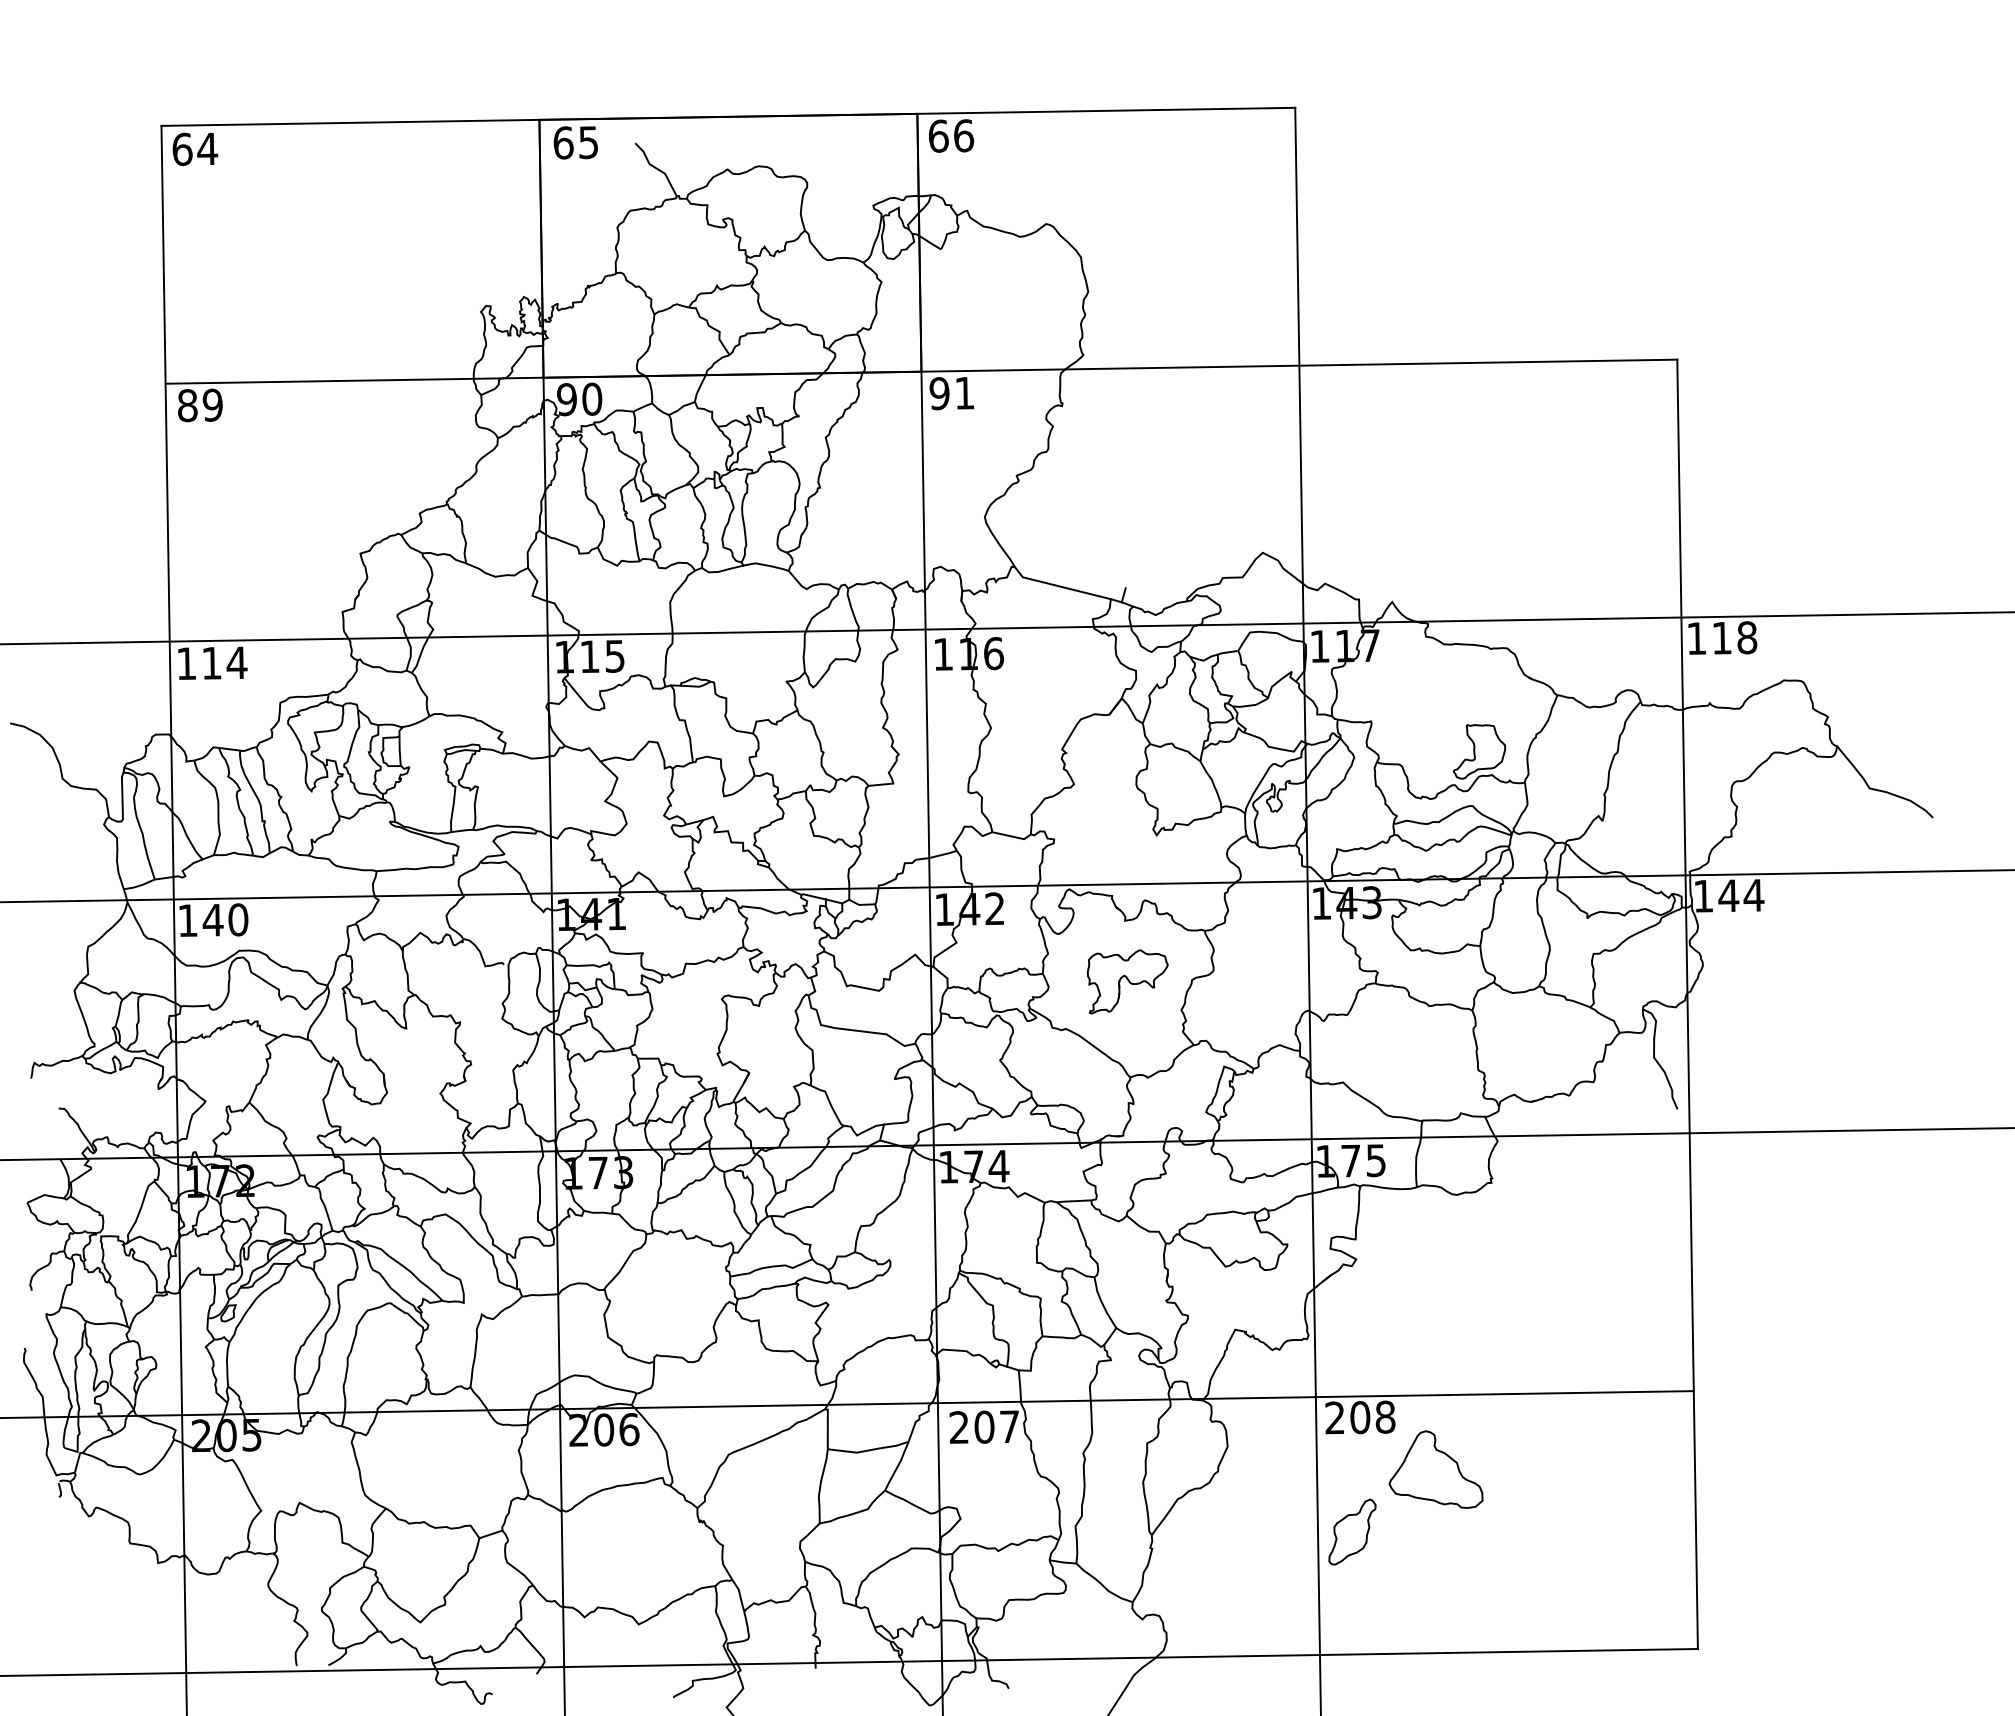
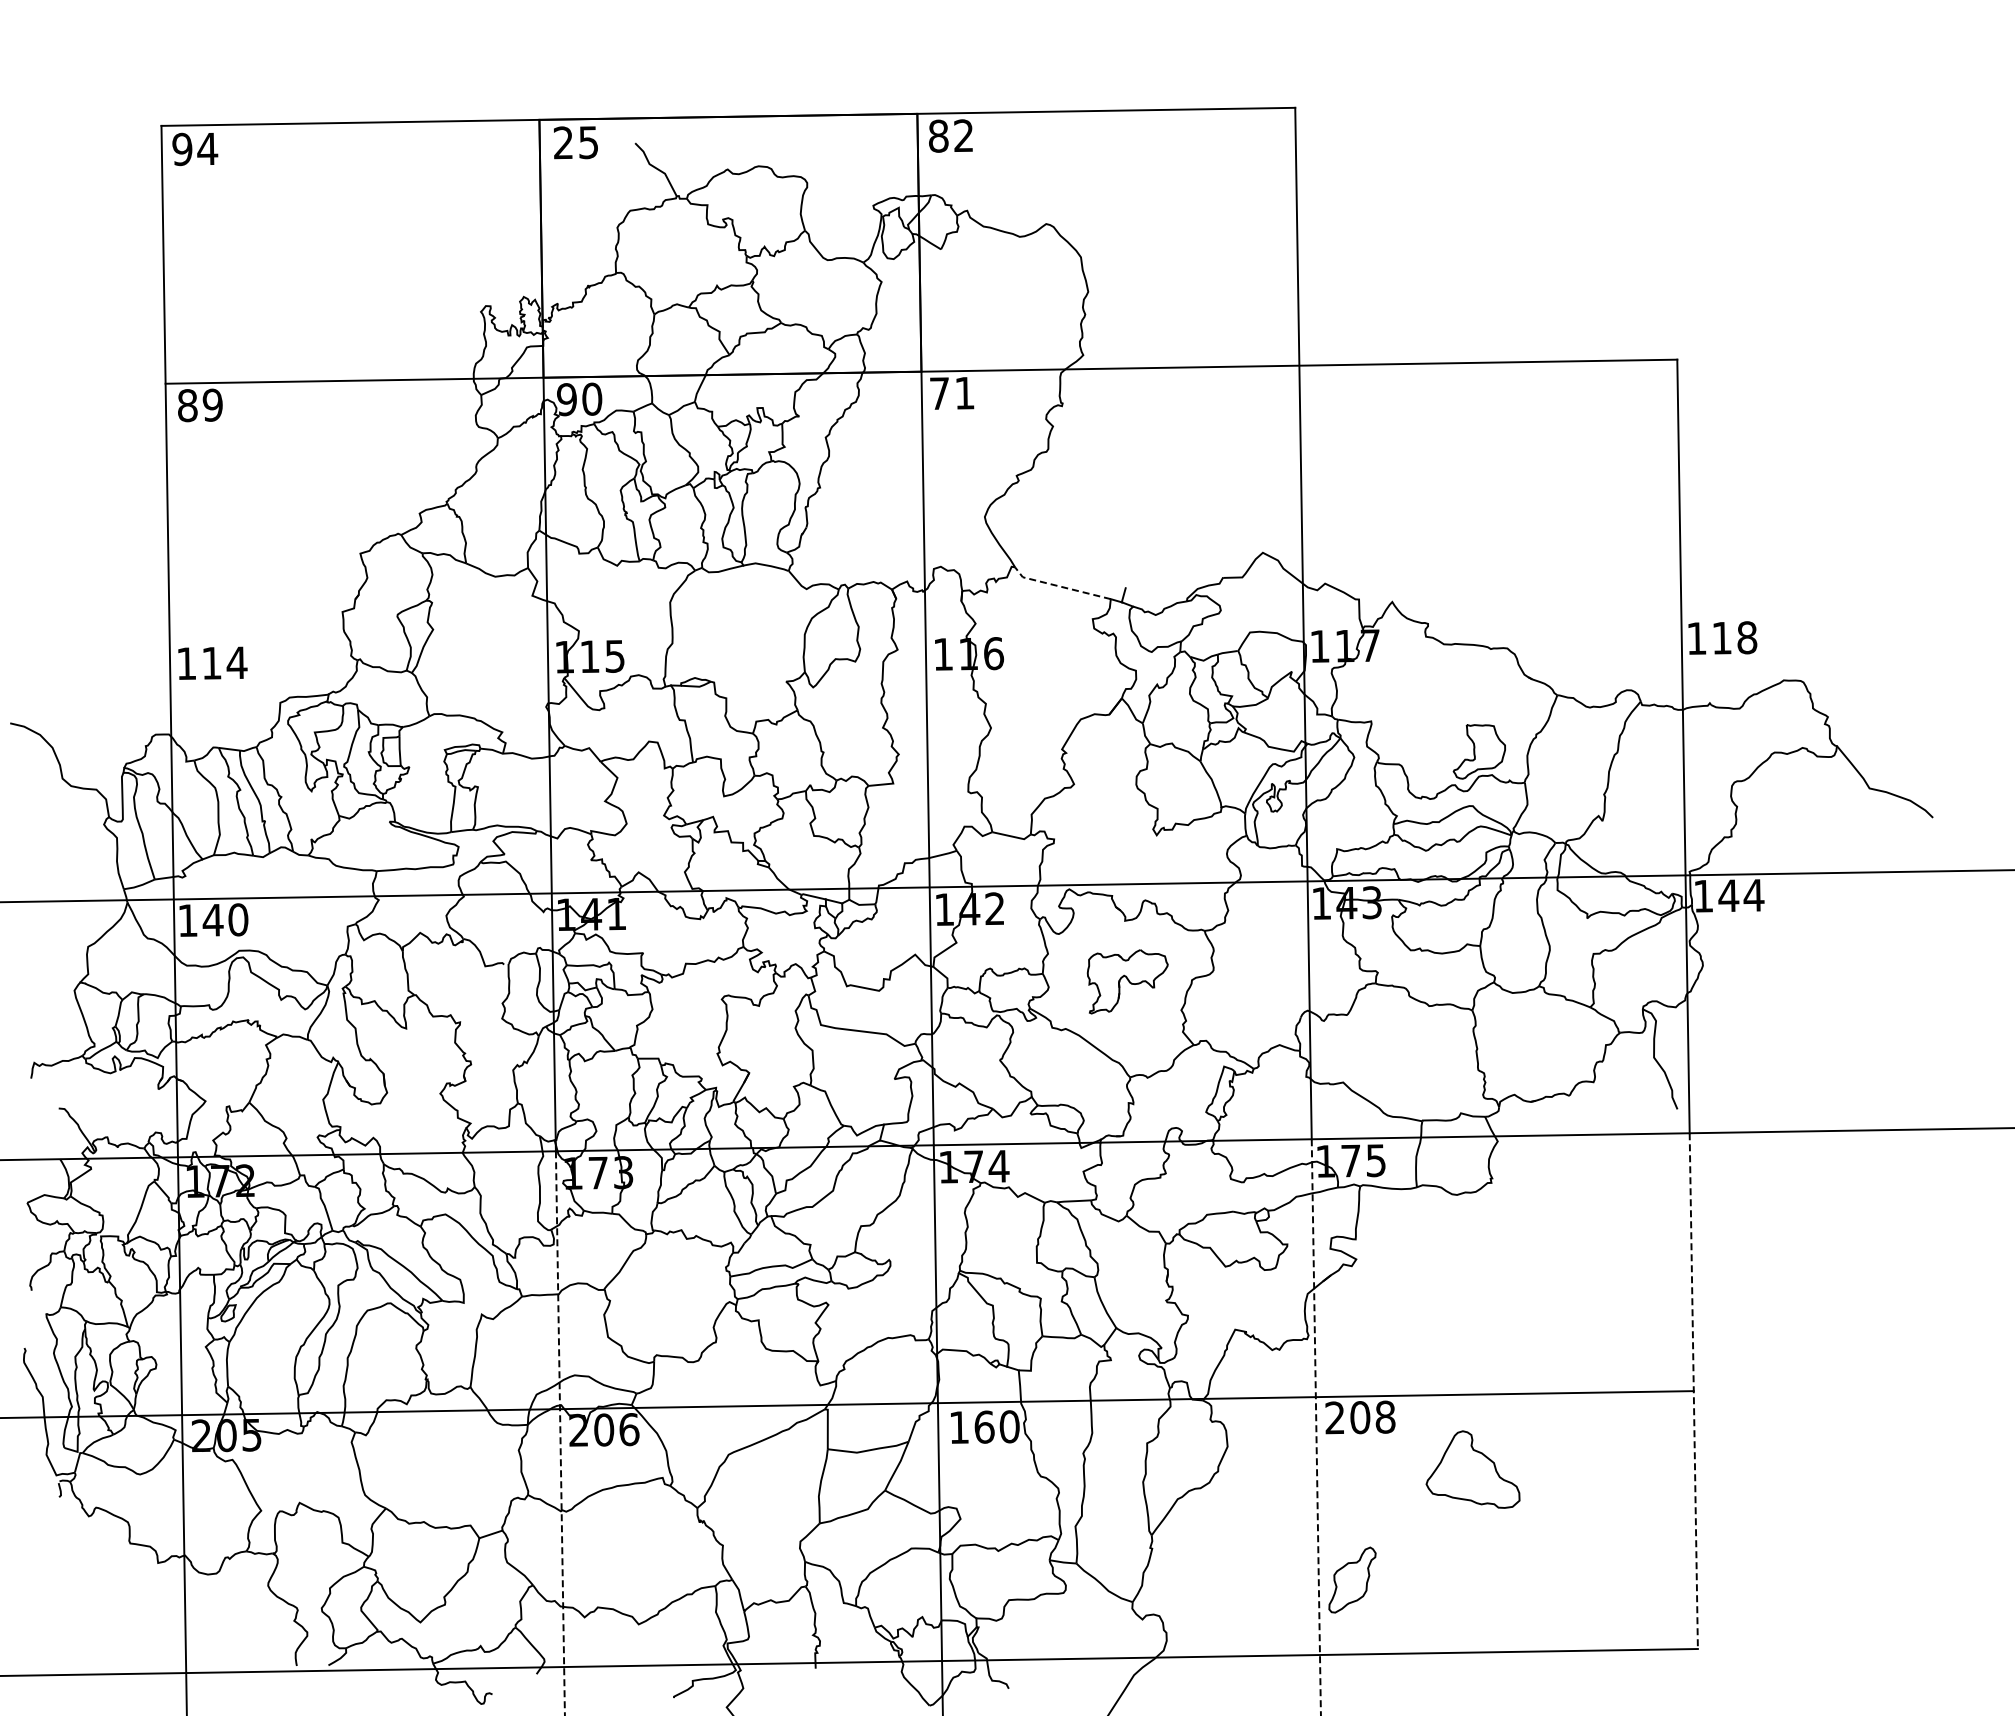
text at (951, 135): 66 -> 82
text at (563, 142): 65 -> 25
text at (182, 149): 64 -> 94
text at (939, 393): 91 -> 71
line at (1059, 586): solid -> dashed
line at (1006, 628): present -> none
line at (1693, 1391): solid -> dashed
text at (984, 1426): 207 -> 160
line at (1316, 1428): solid -> dashed
line at (560, 1433): solid -> dashed
part at (1435, 1469) position: (1435, 1469) -> (1472, 1469)
part at (1352, 1531) position: (1352, 1531) -> (1352, 1579)
